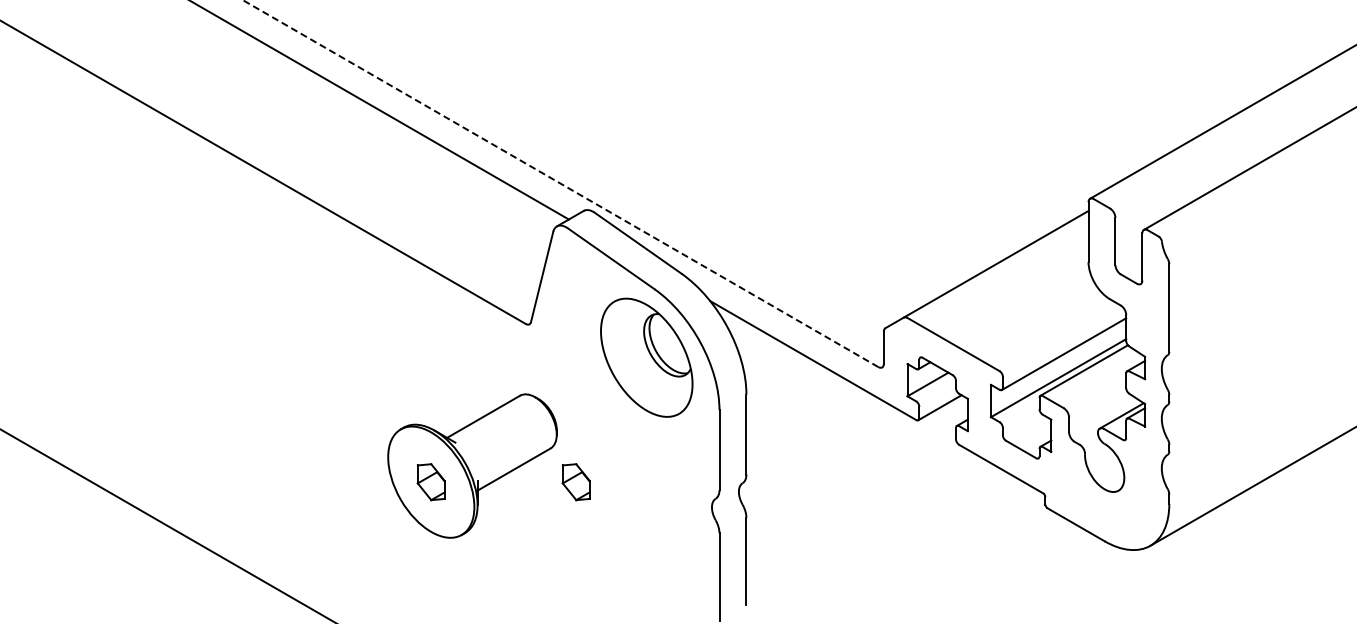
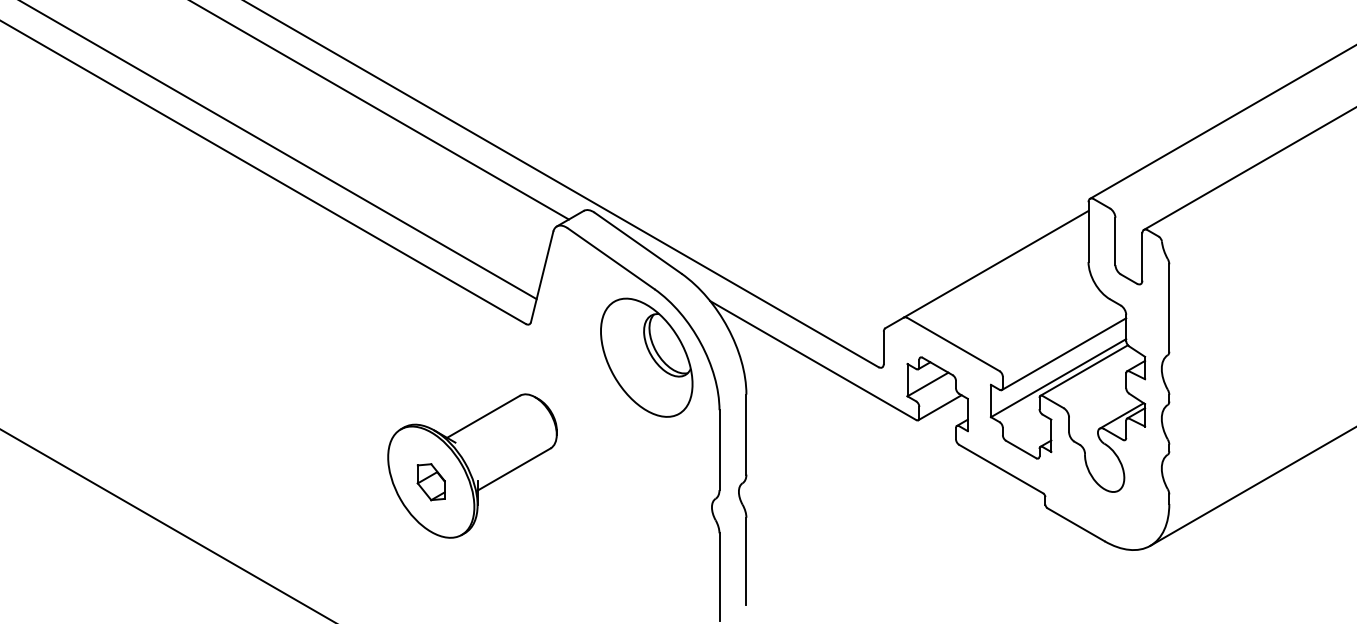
line at (279, 150): none -> present
line at (560, 183): dashed -> solid
part at (575, 482): present -> none
